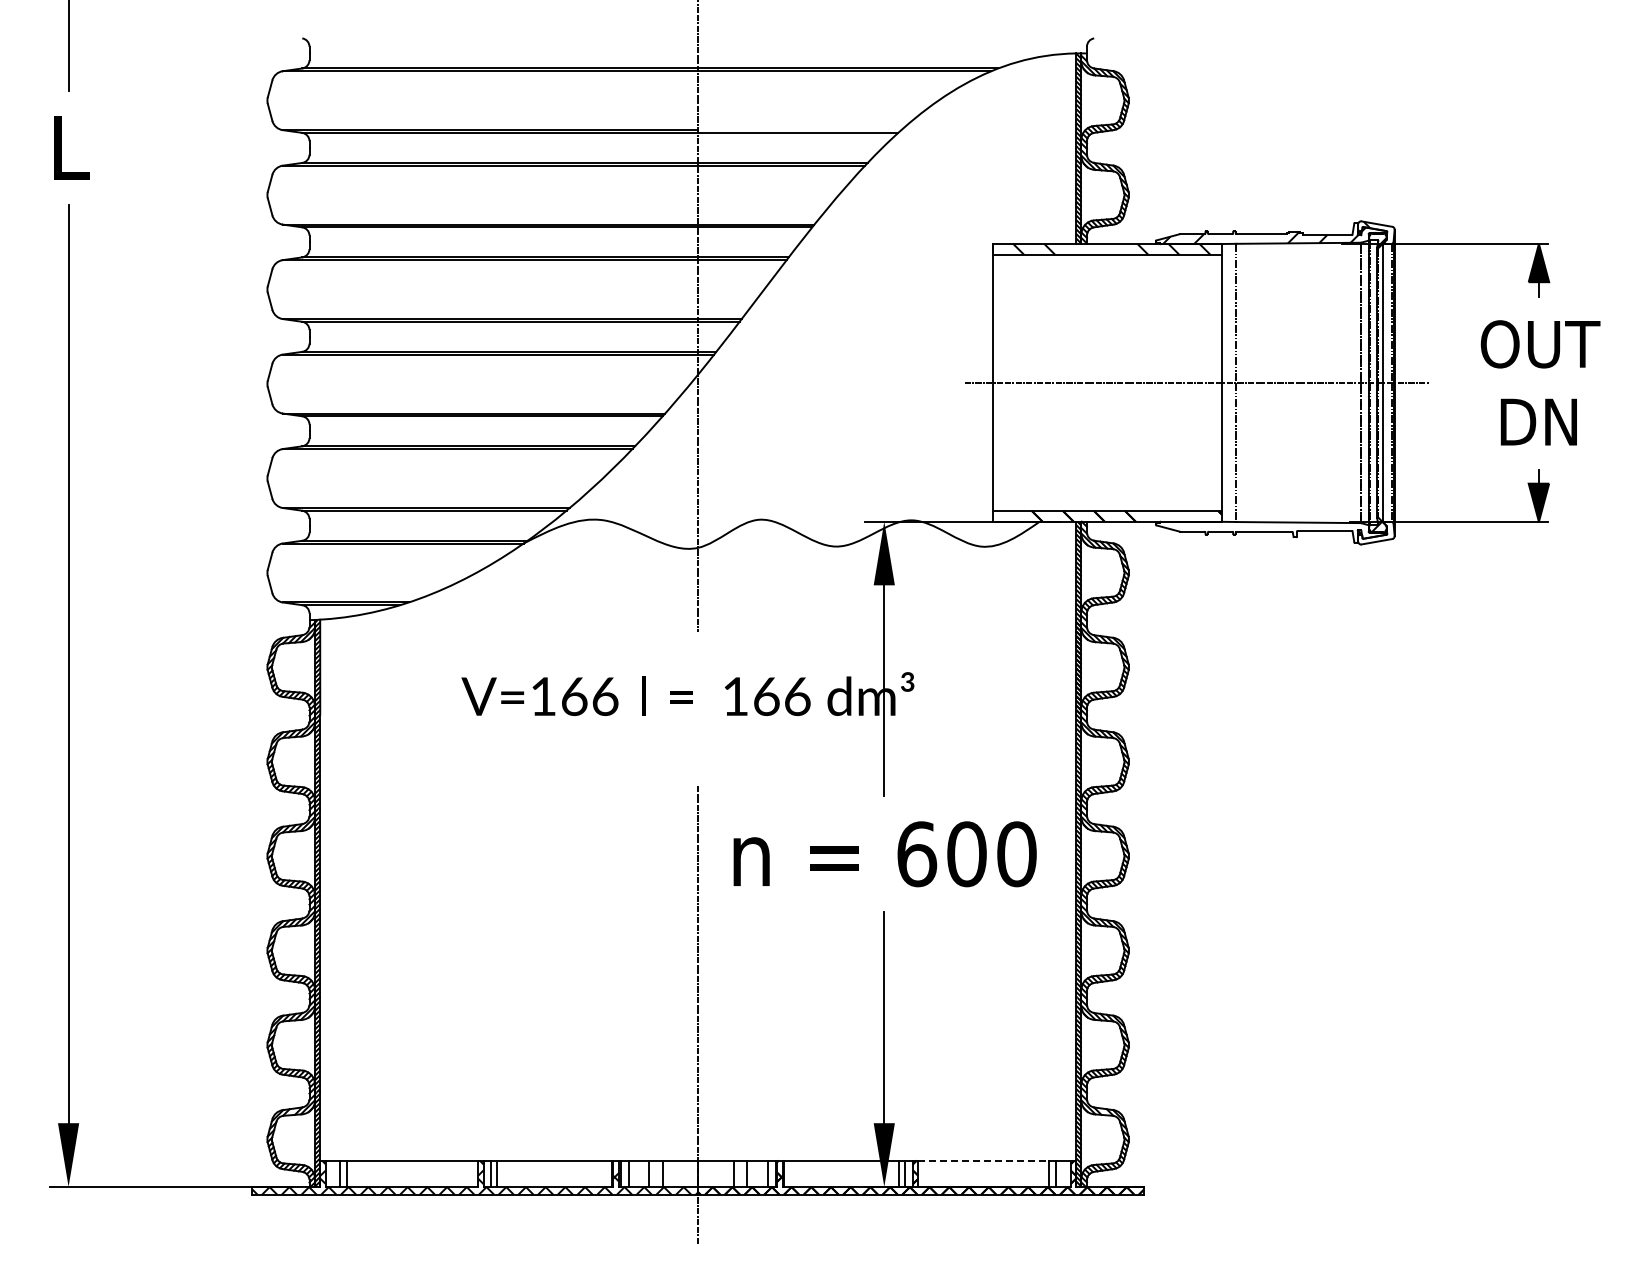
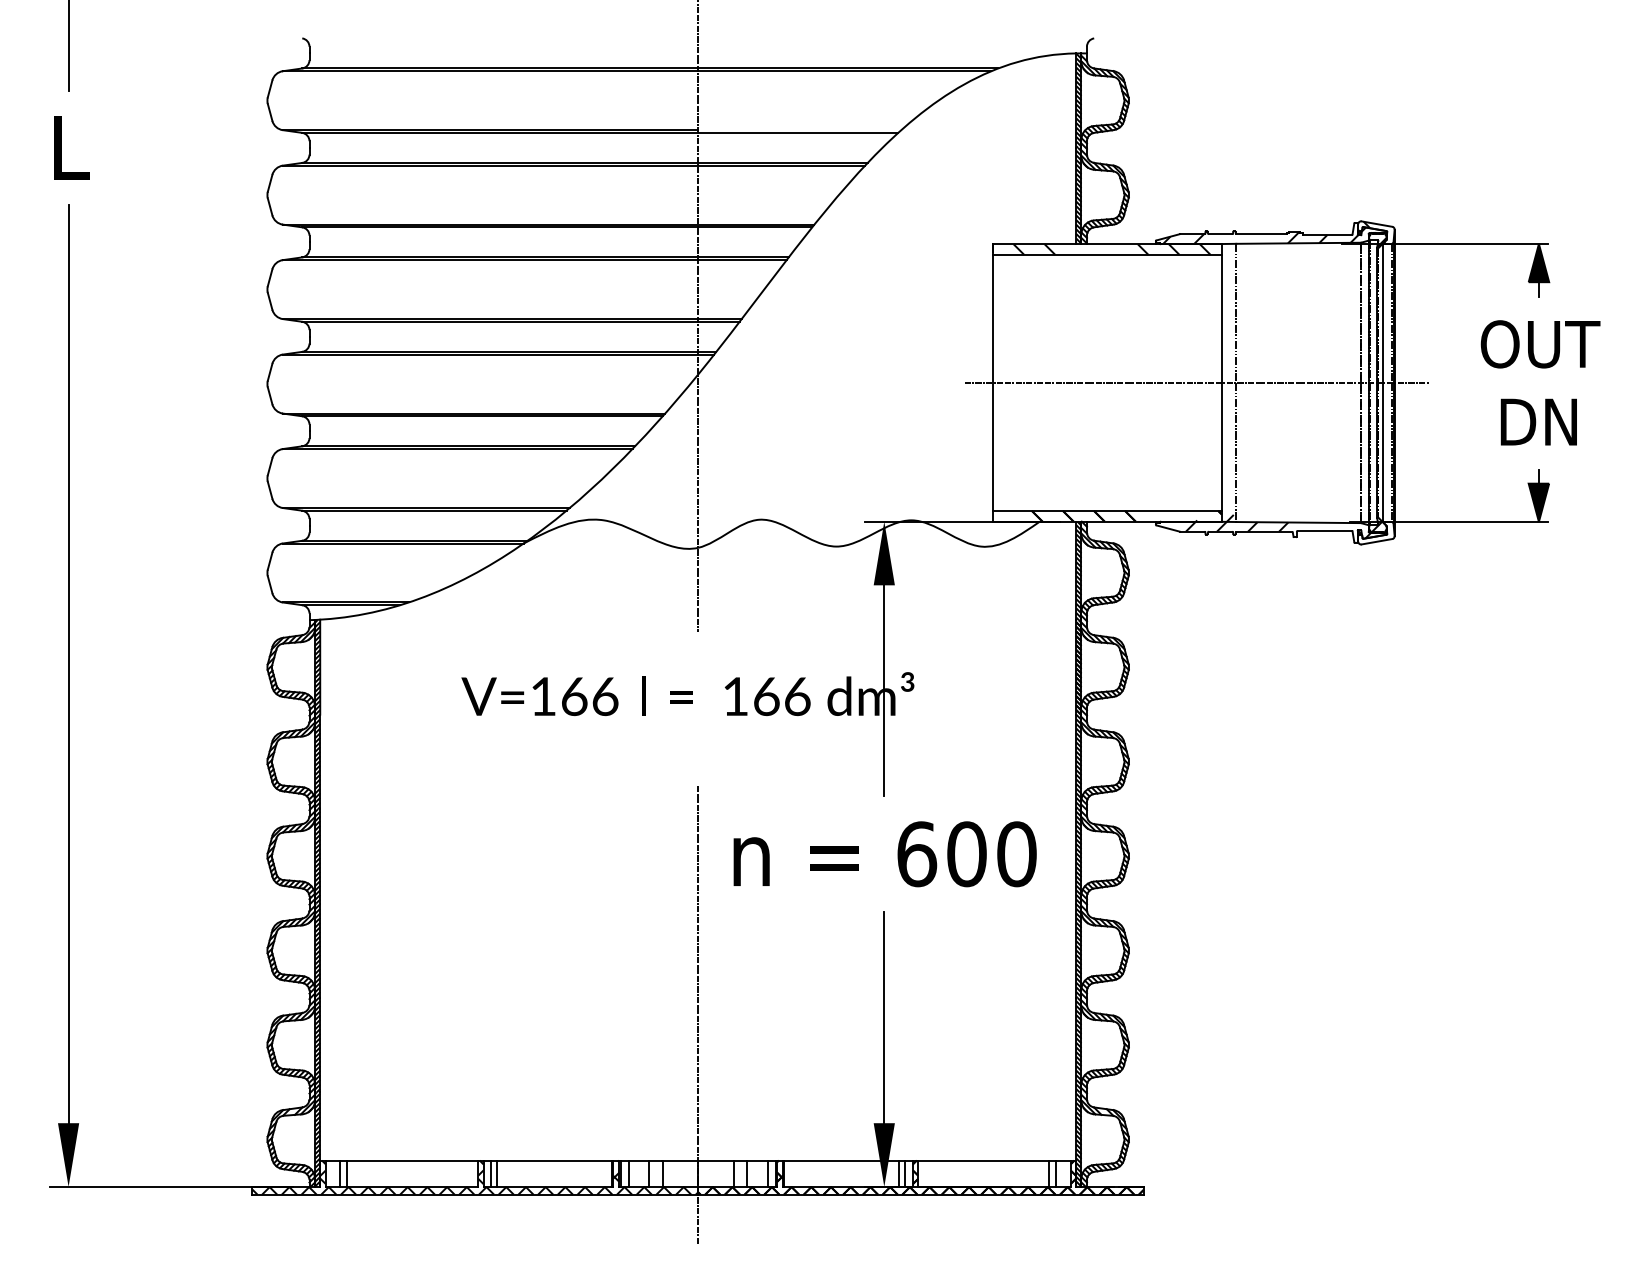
hatch at (1278, 526): none -> present
line at (984, 1160): dashed -> solid
